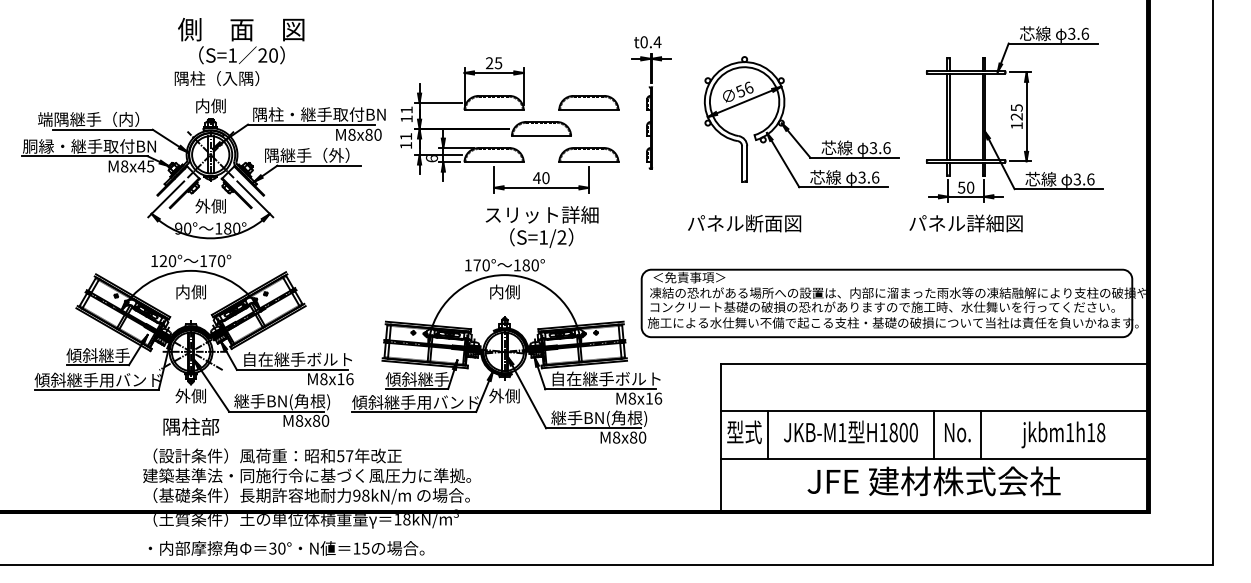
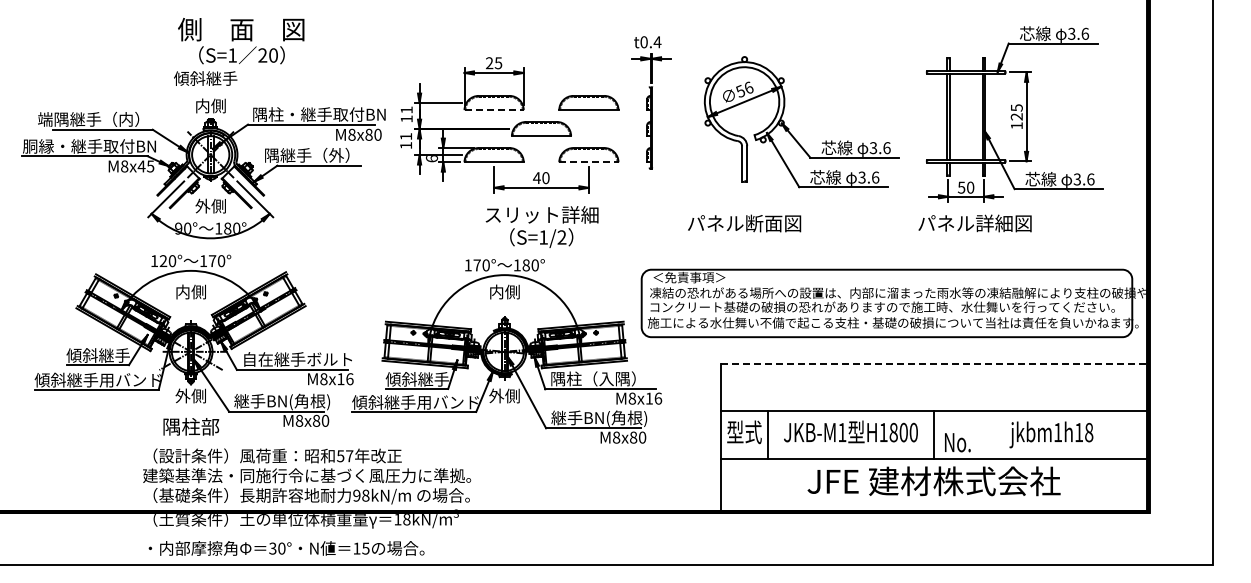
text at (216, 78): 隅柱（入隅） -> 傾斜継手
line at (494, 110): solid -> dashed
line at (588, 162): solid -> dashed
text at (965, 223) position: (965, 223) -> (974, 223)
line at (934, 364): solid -> dashed
text at (605, 378): 自在継手ボルト -> 隅柱（入隅）
text at (957, 432) position: (957, 432) -> (957, 442)
line at (981, 434): present -> none
text at (1063, 434) position: (1063, 434) -> (1051, 434)
